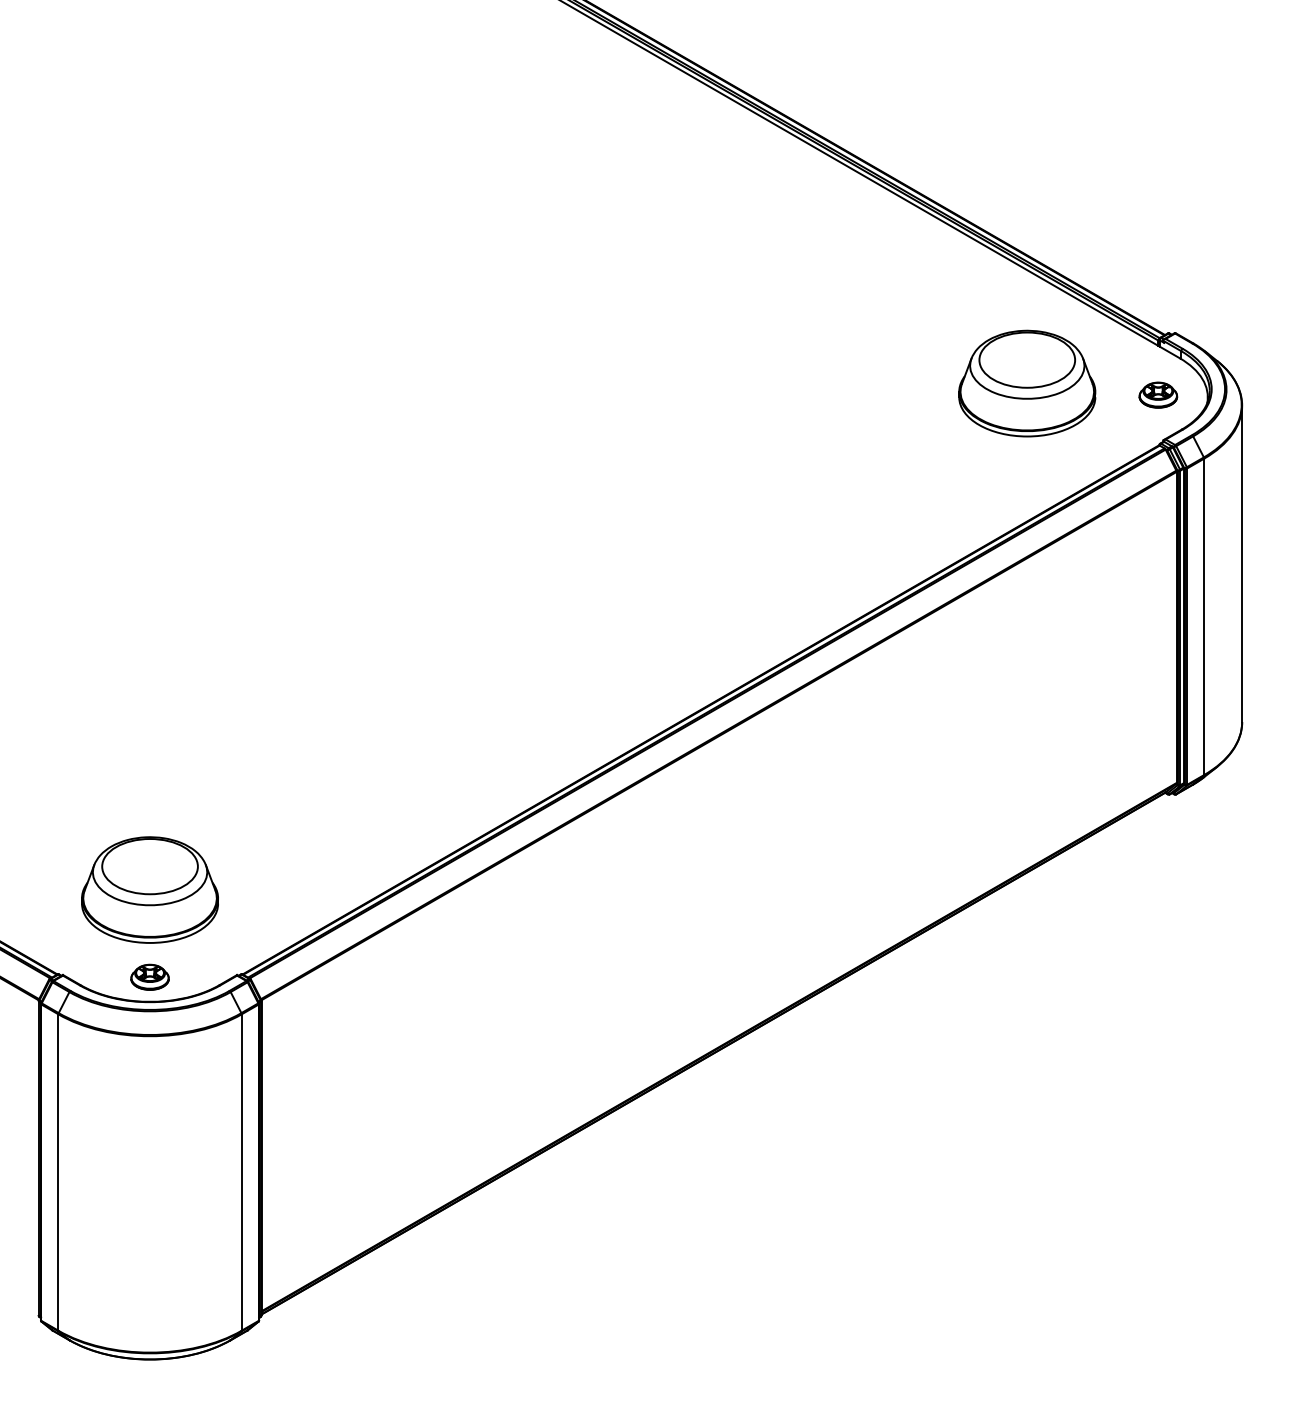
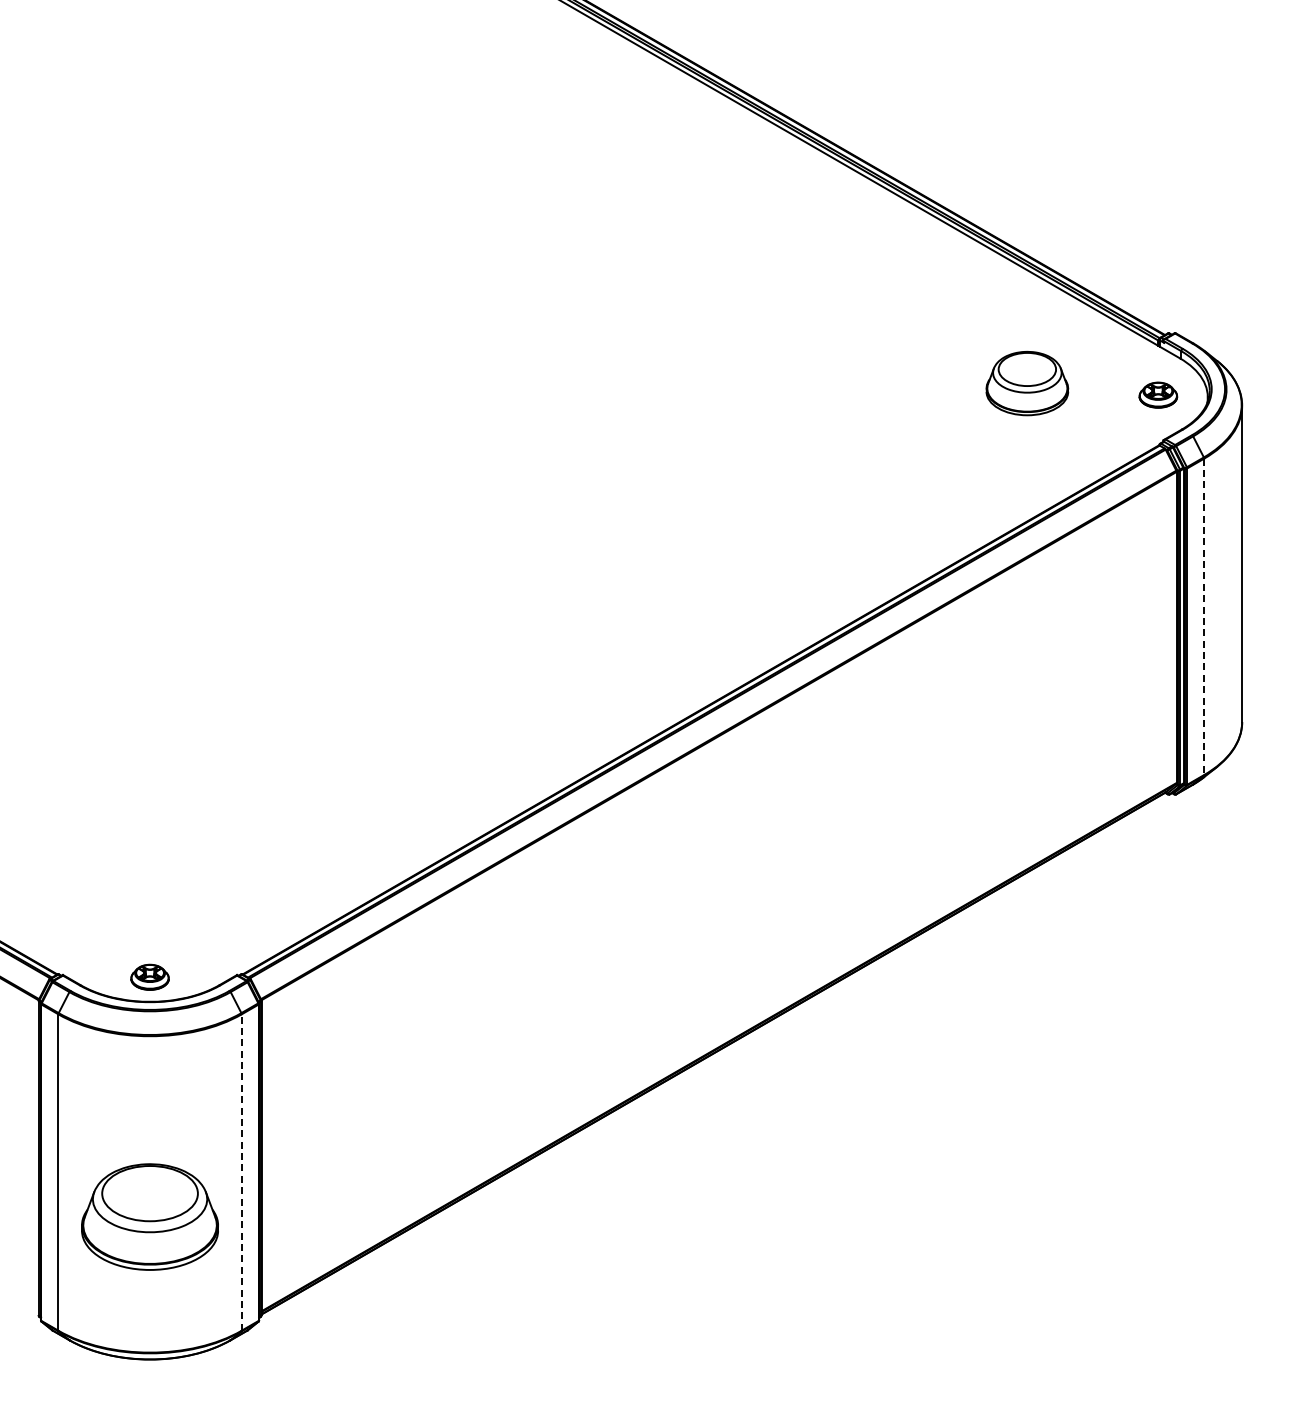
part at (1027, 383) size: 139x109 px -> 85x67 px
line at (1204, 617): solid -> dashed
part at (149, 889) position: (149, 889) -> (149, 1216)
line at (241, 1172): solid -> dashed
